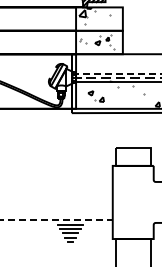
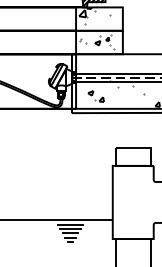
line at (116, 73): dashed -> solid
line at (56, 220): dashed -> solid
